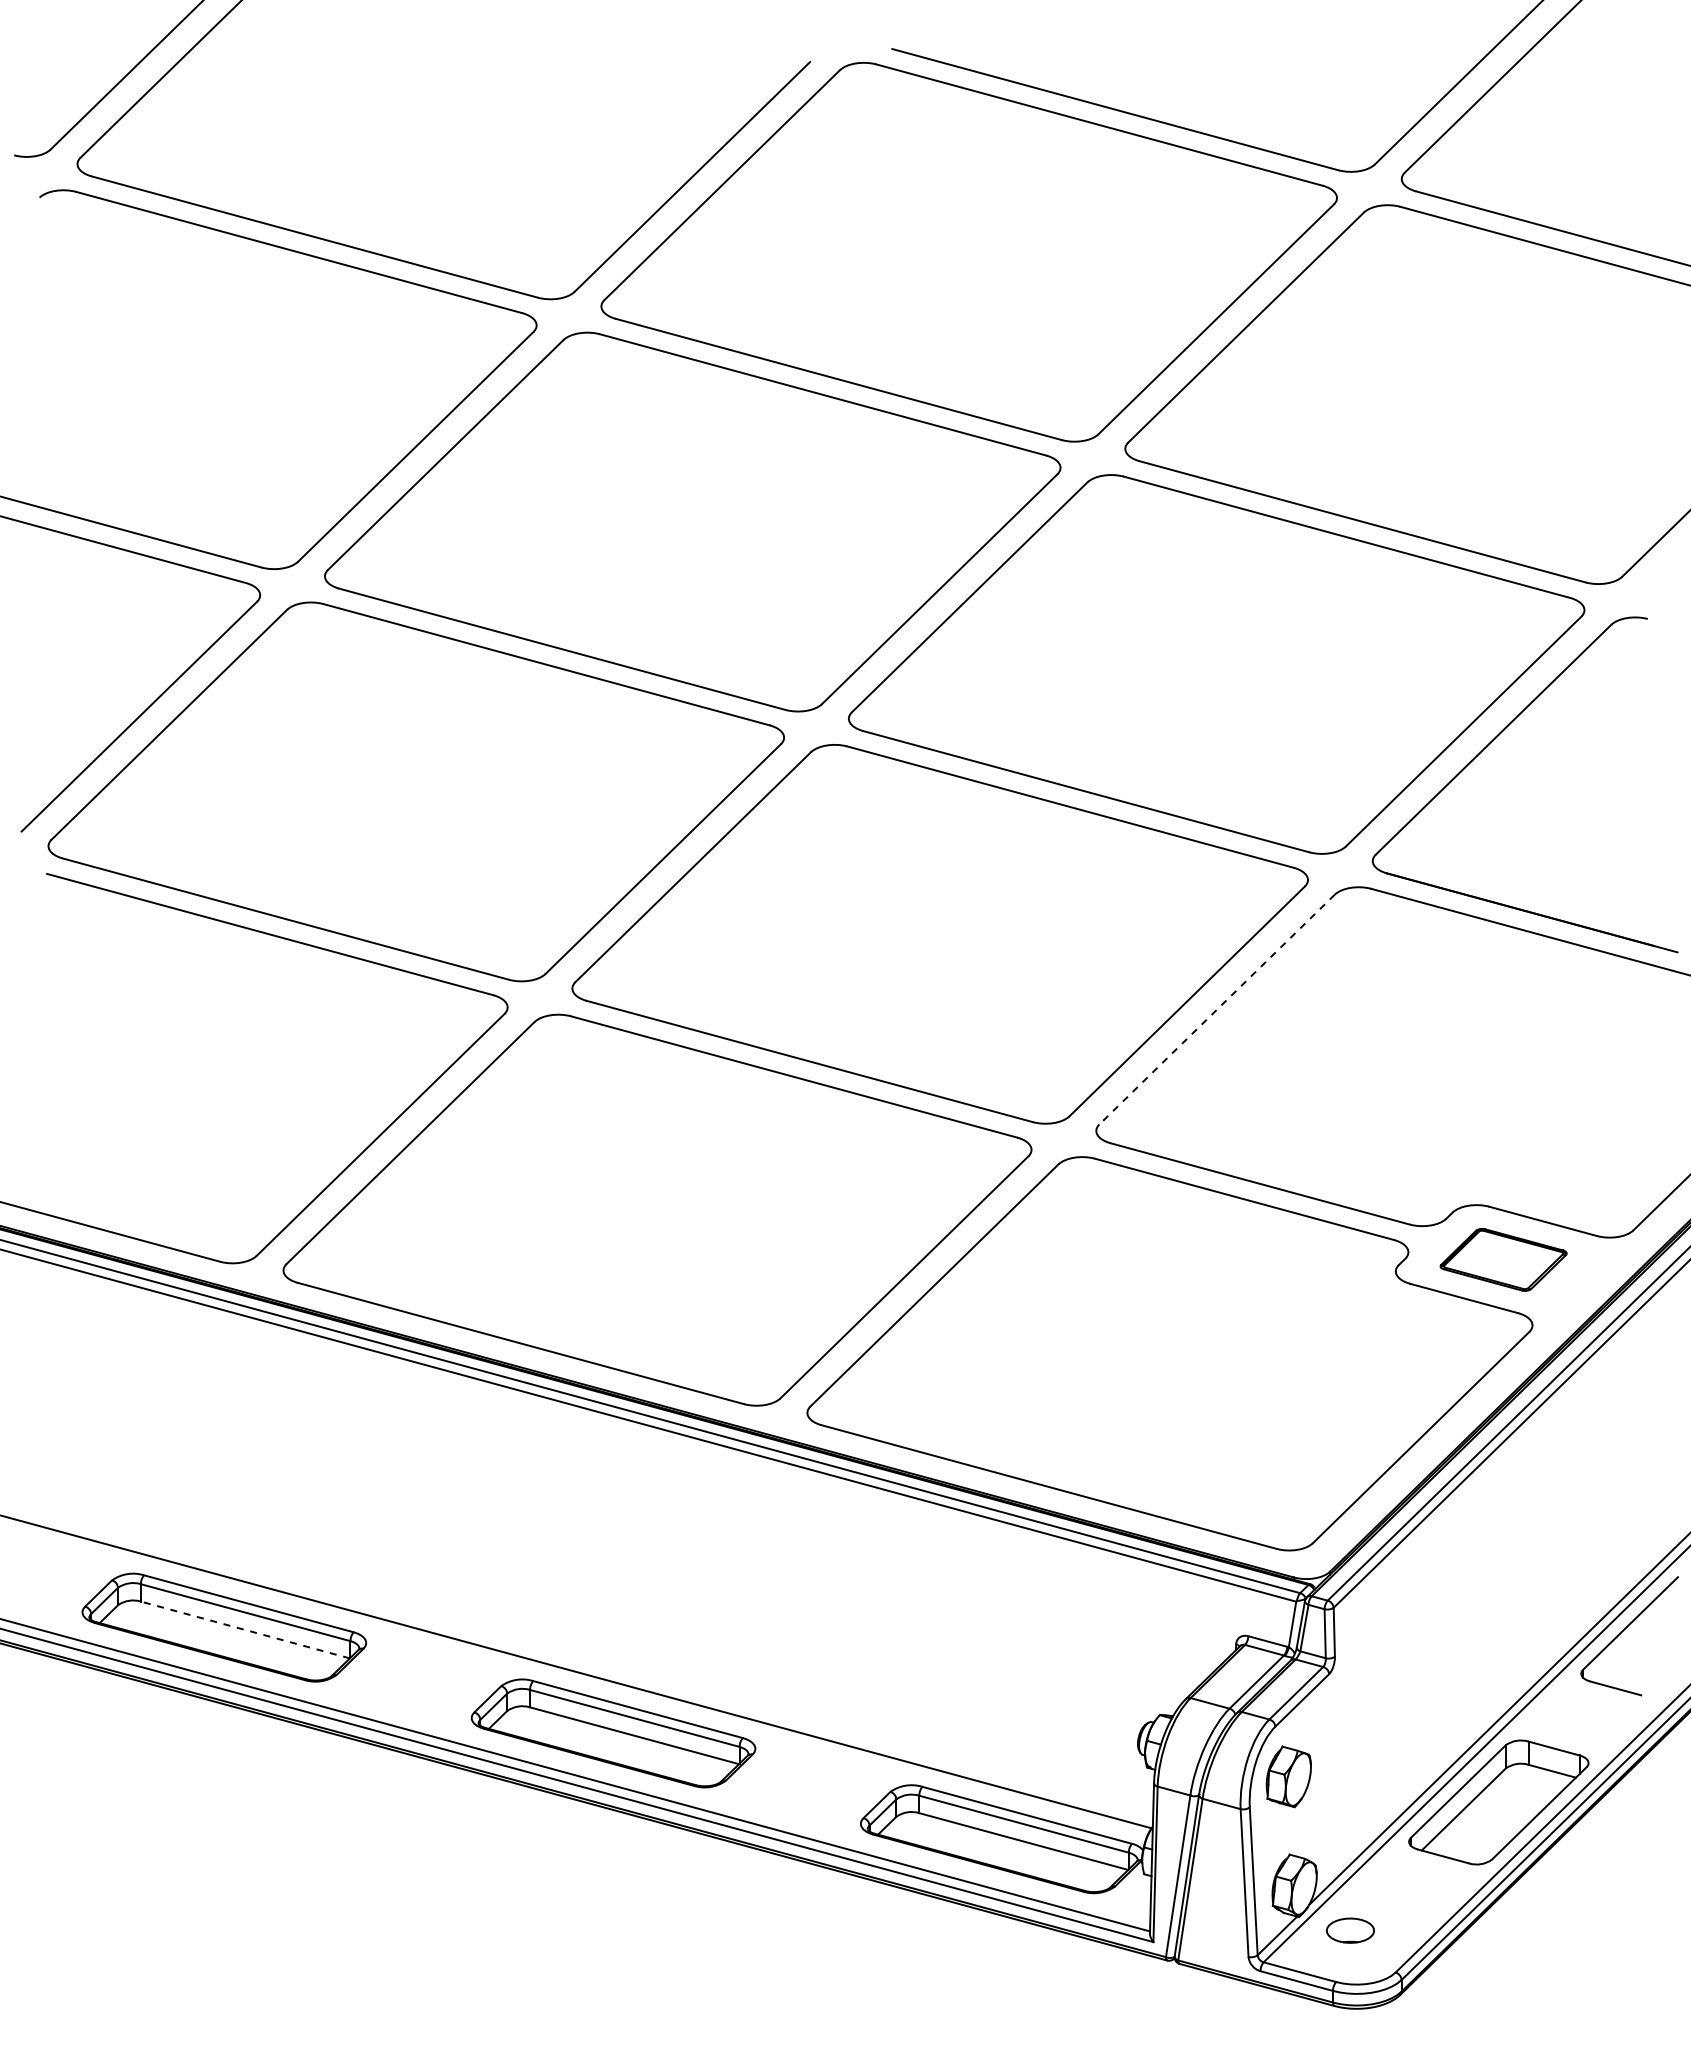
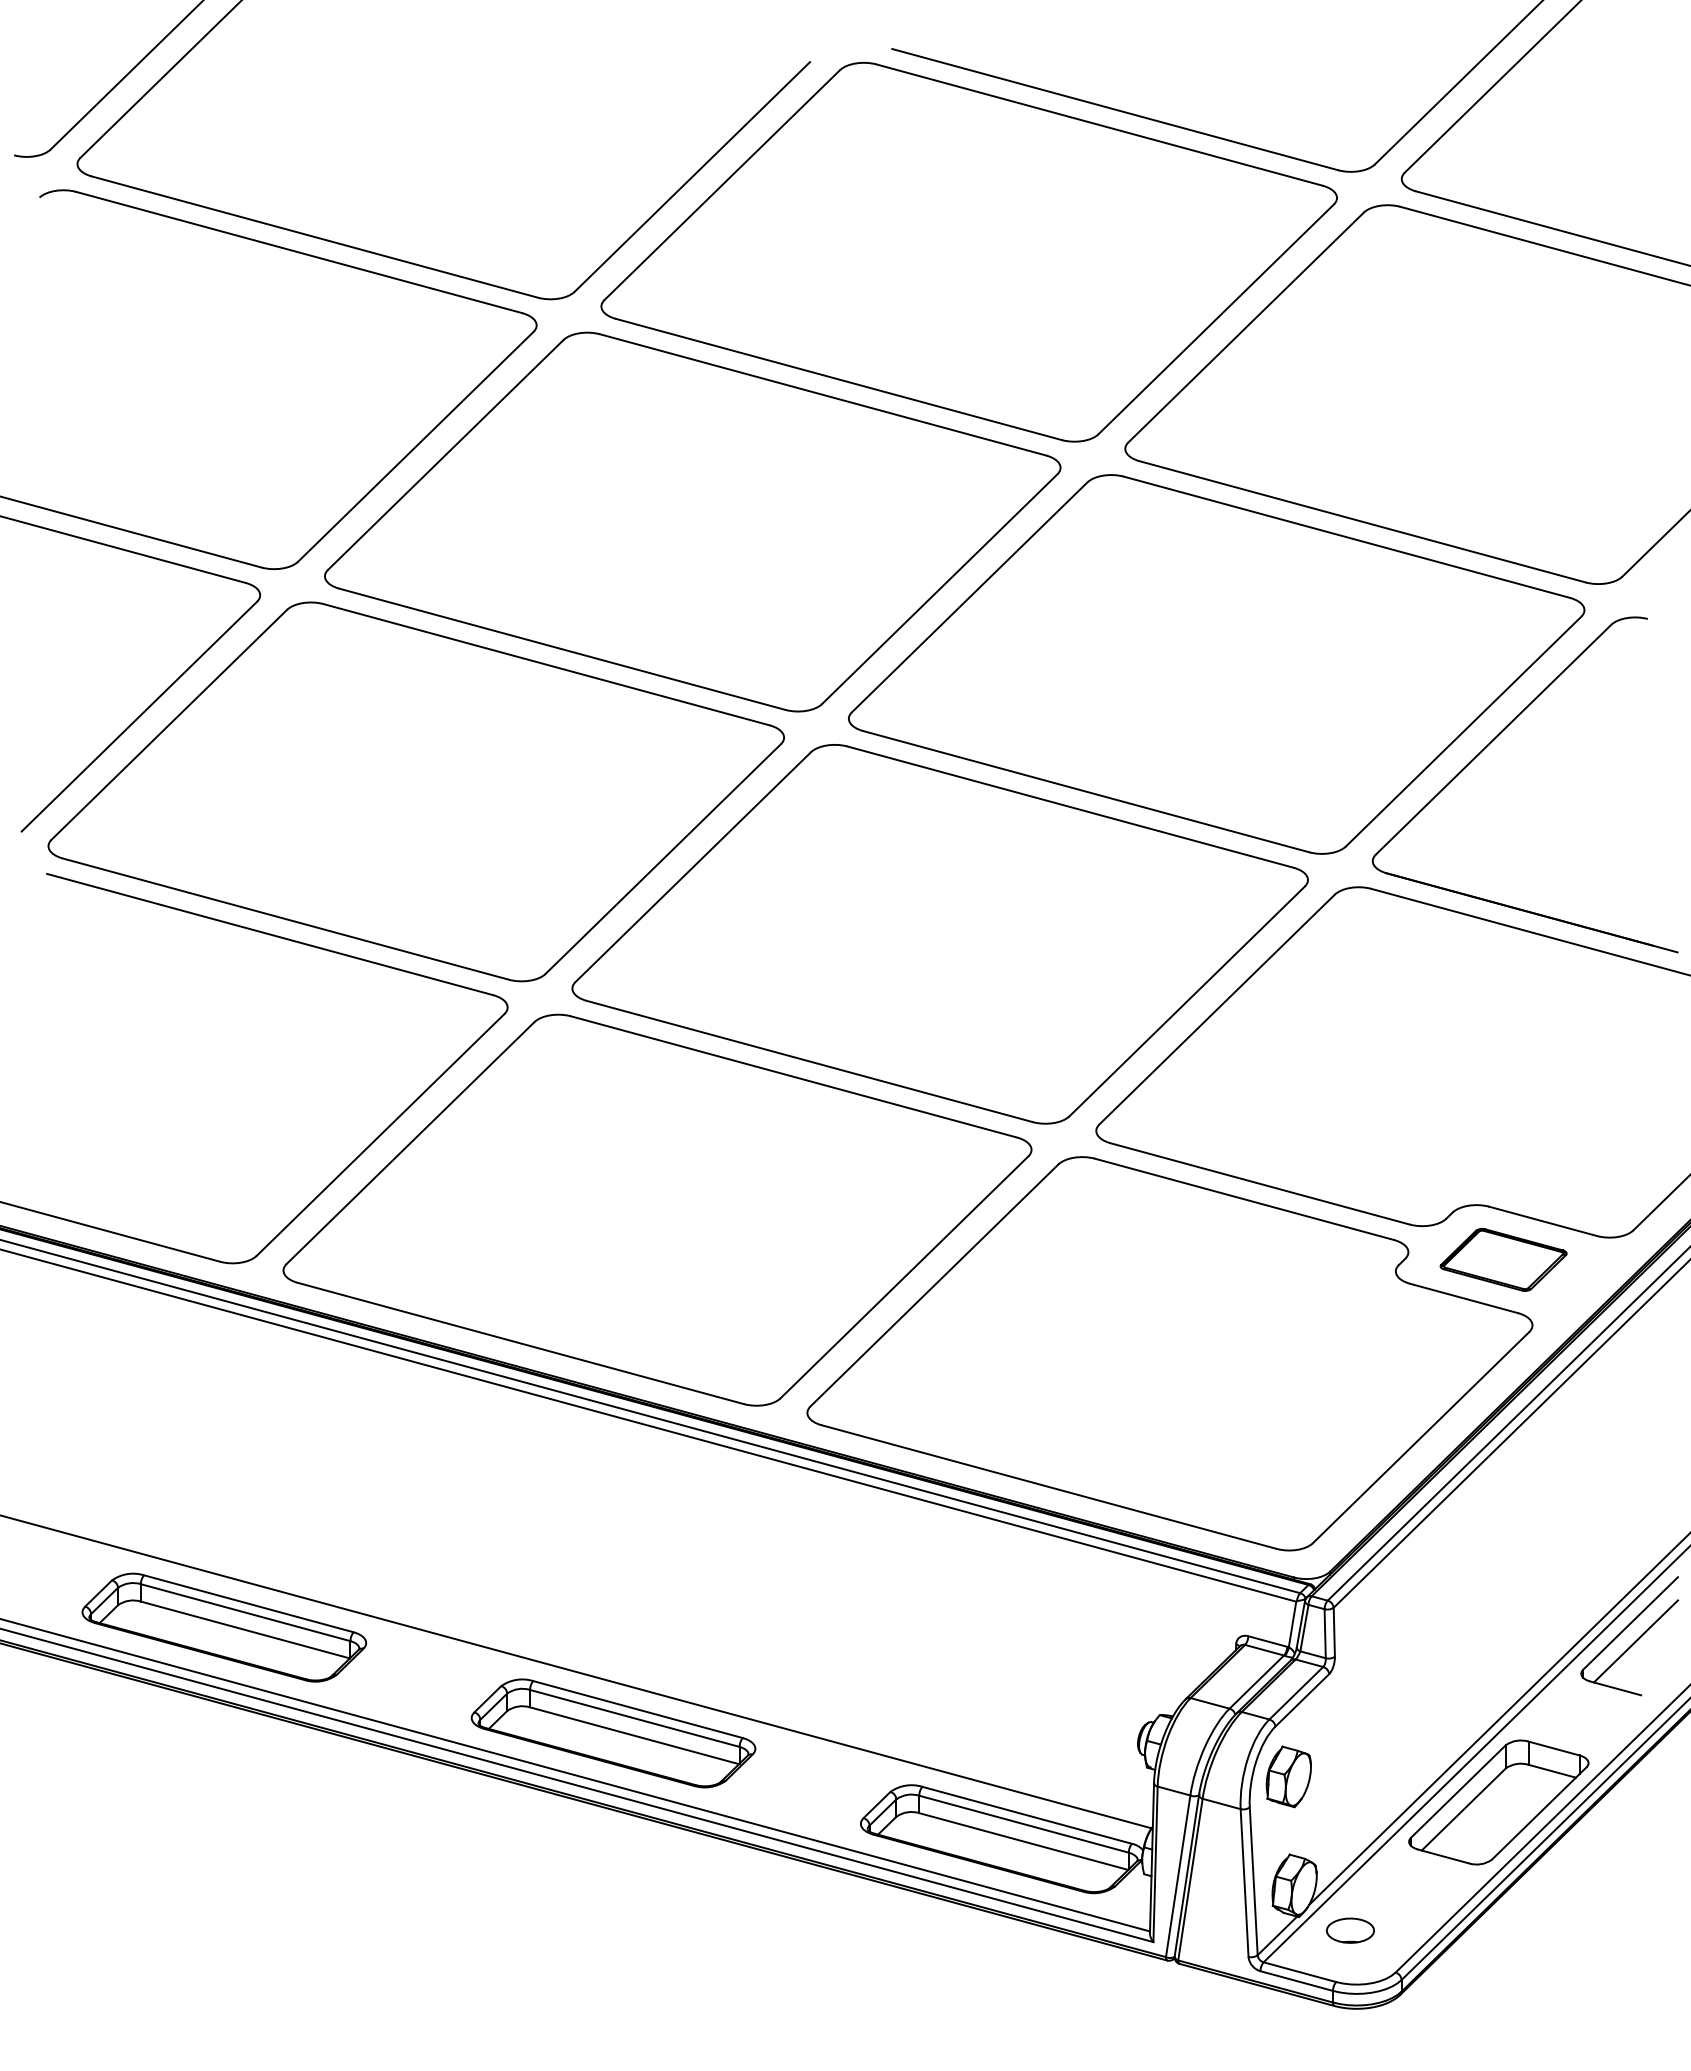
line at (1216, 1009): dashed -> solid
line at (244, 1629): dashed -> solid
line at (1635, 1641): none -> present
